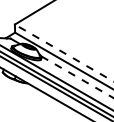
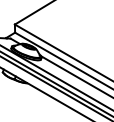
line at (64, 53): dashed -> solid
line at (77, 77): dashed -> solid
